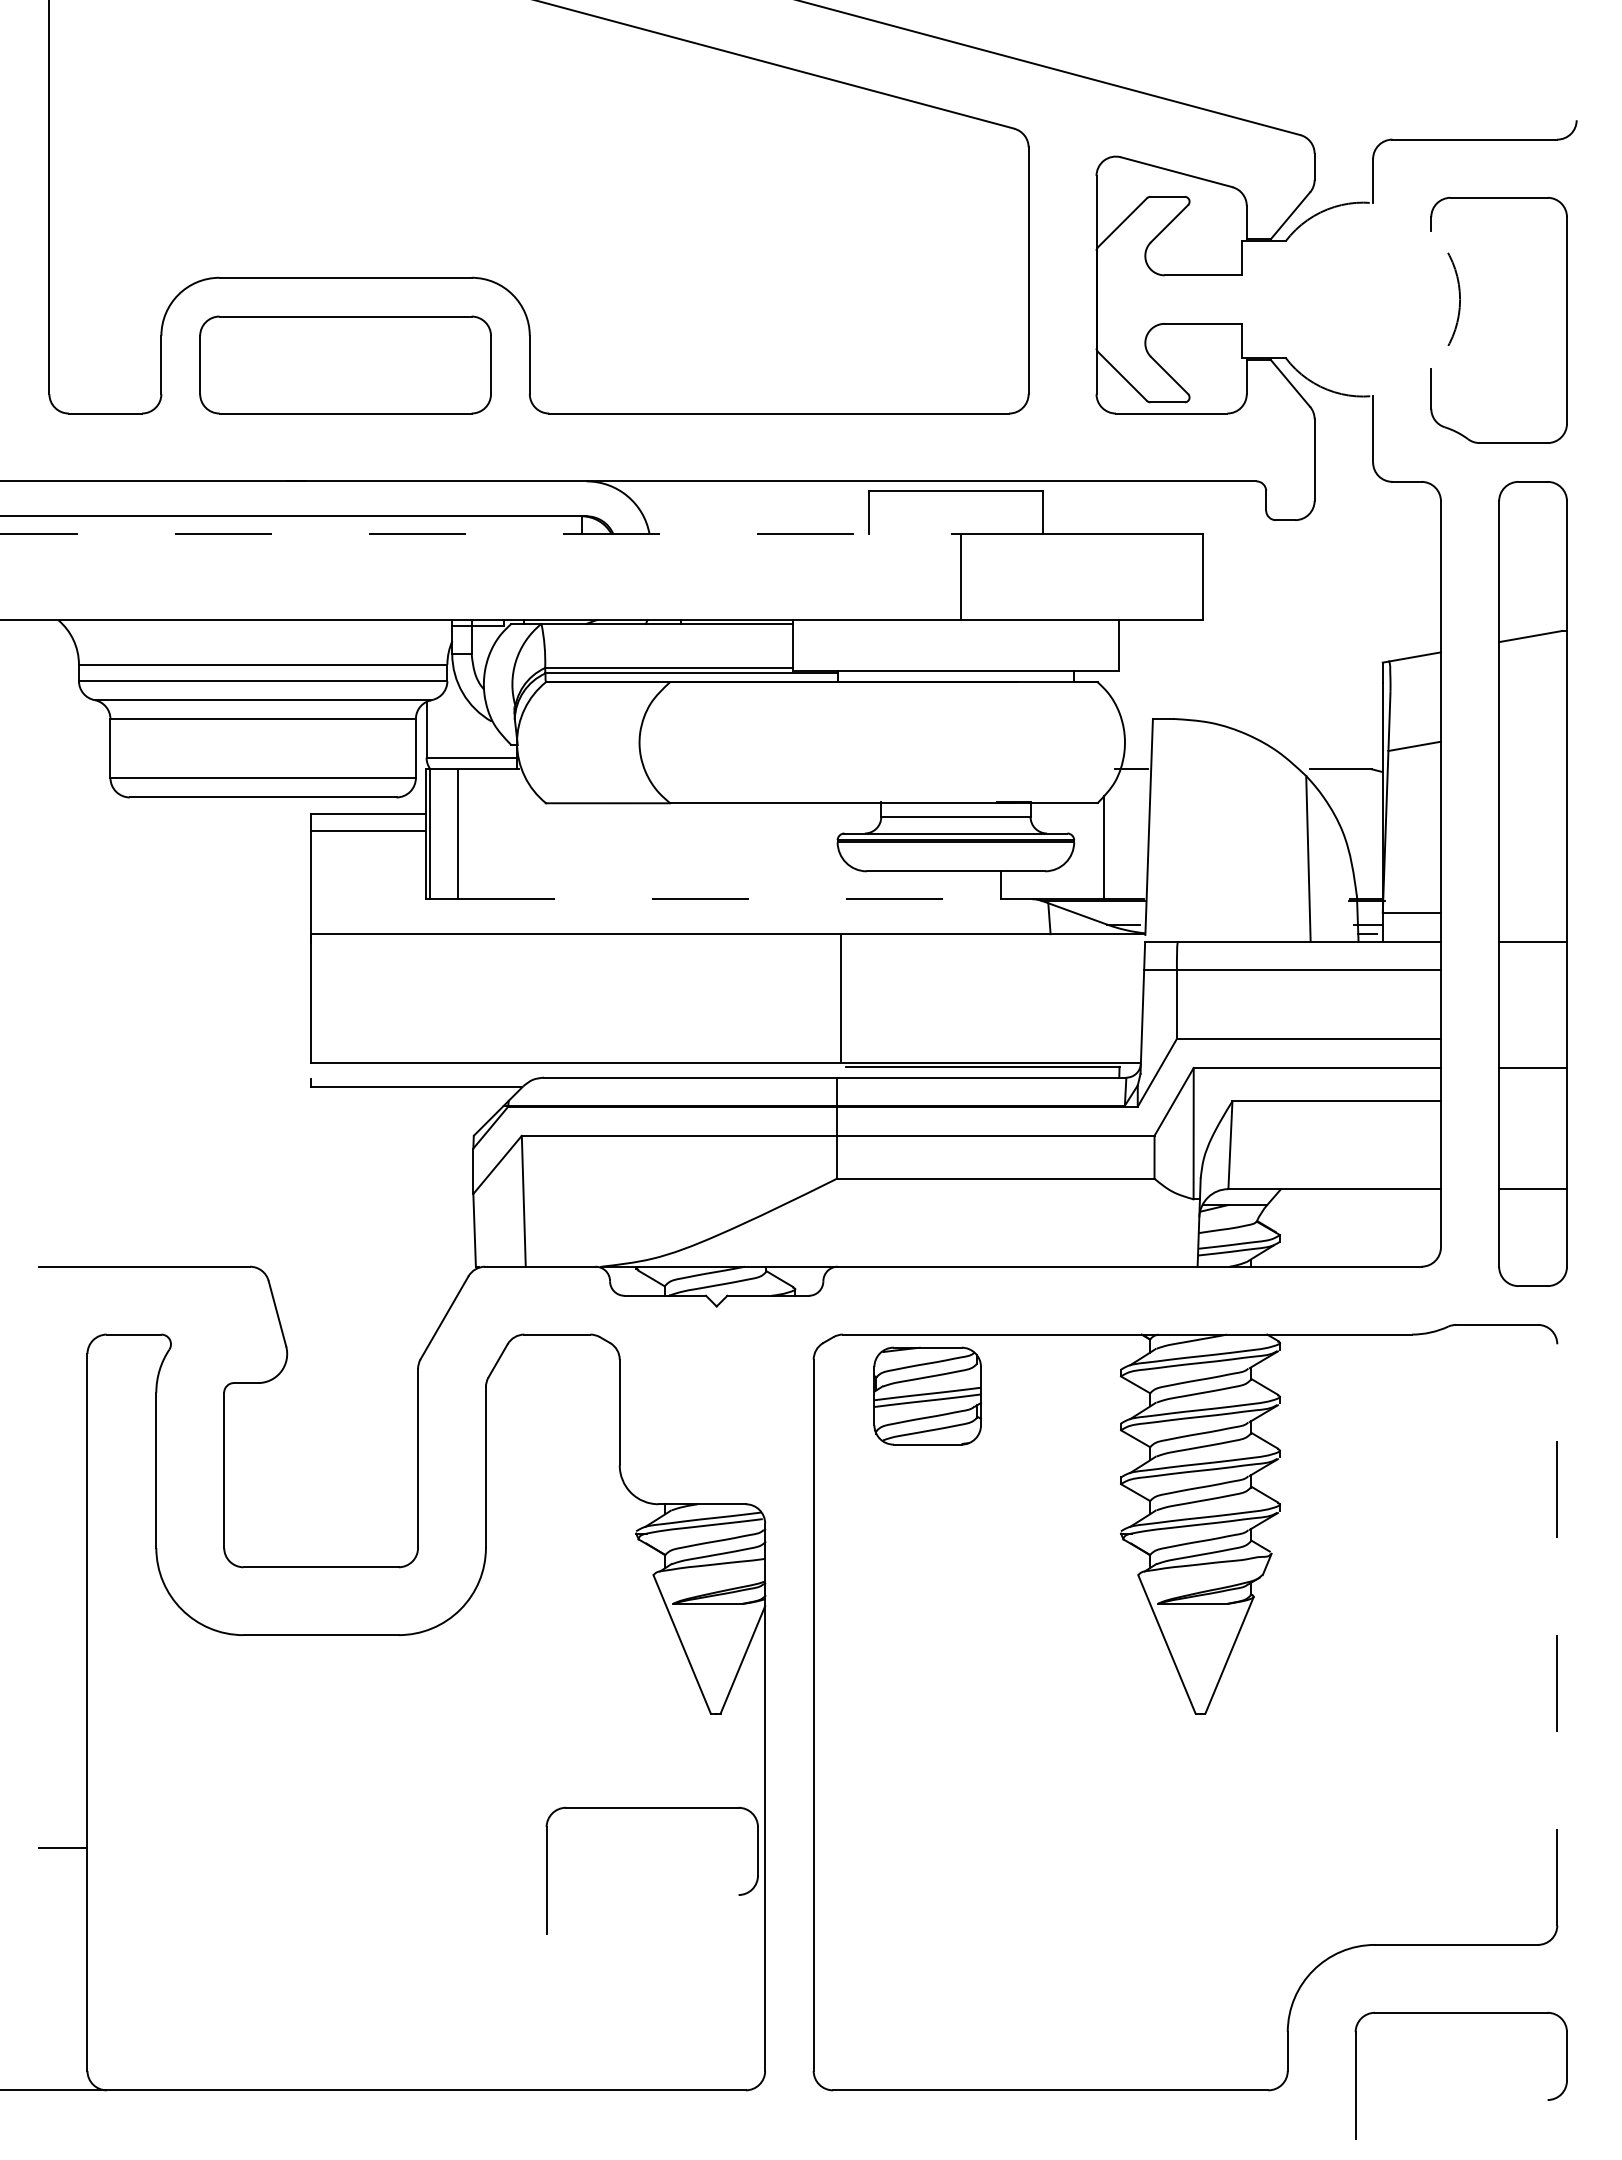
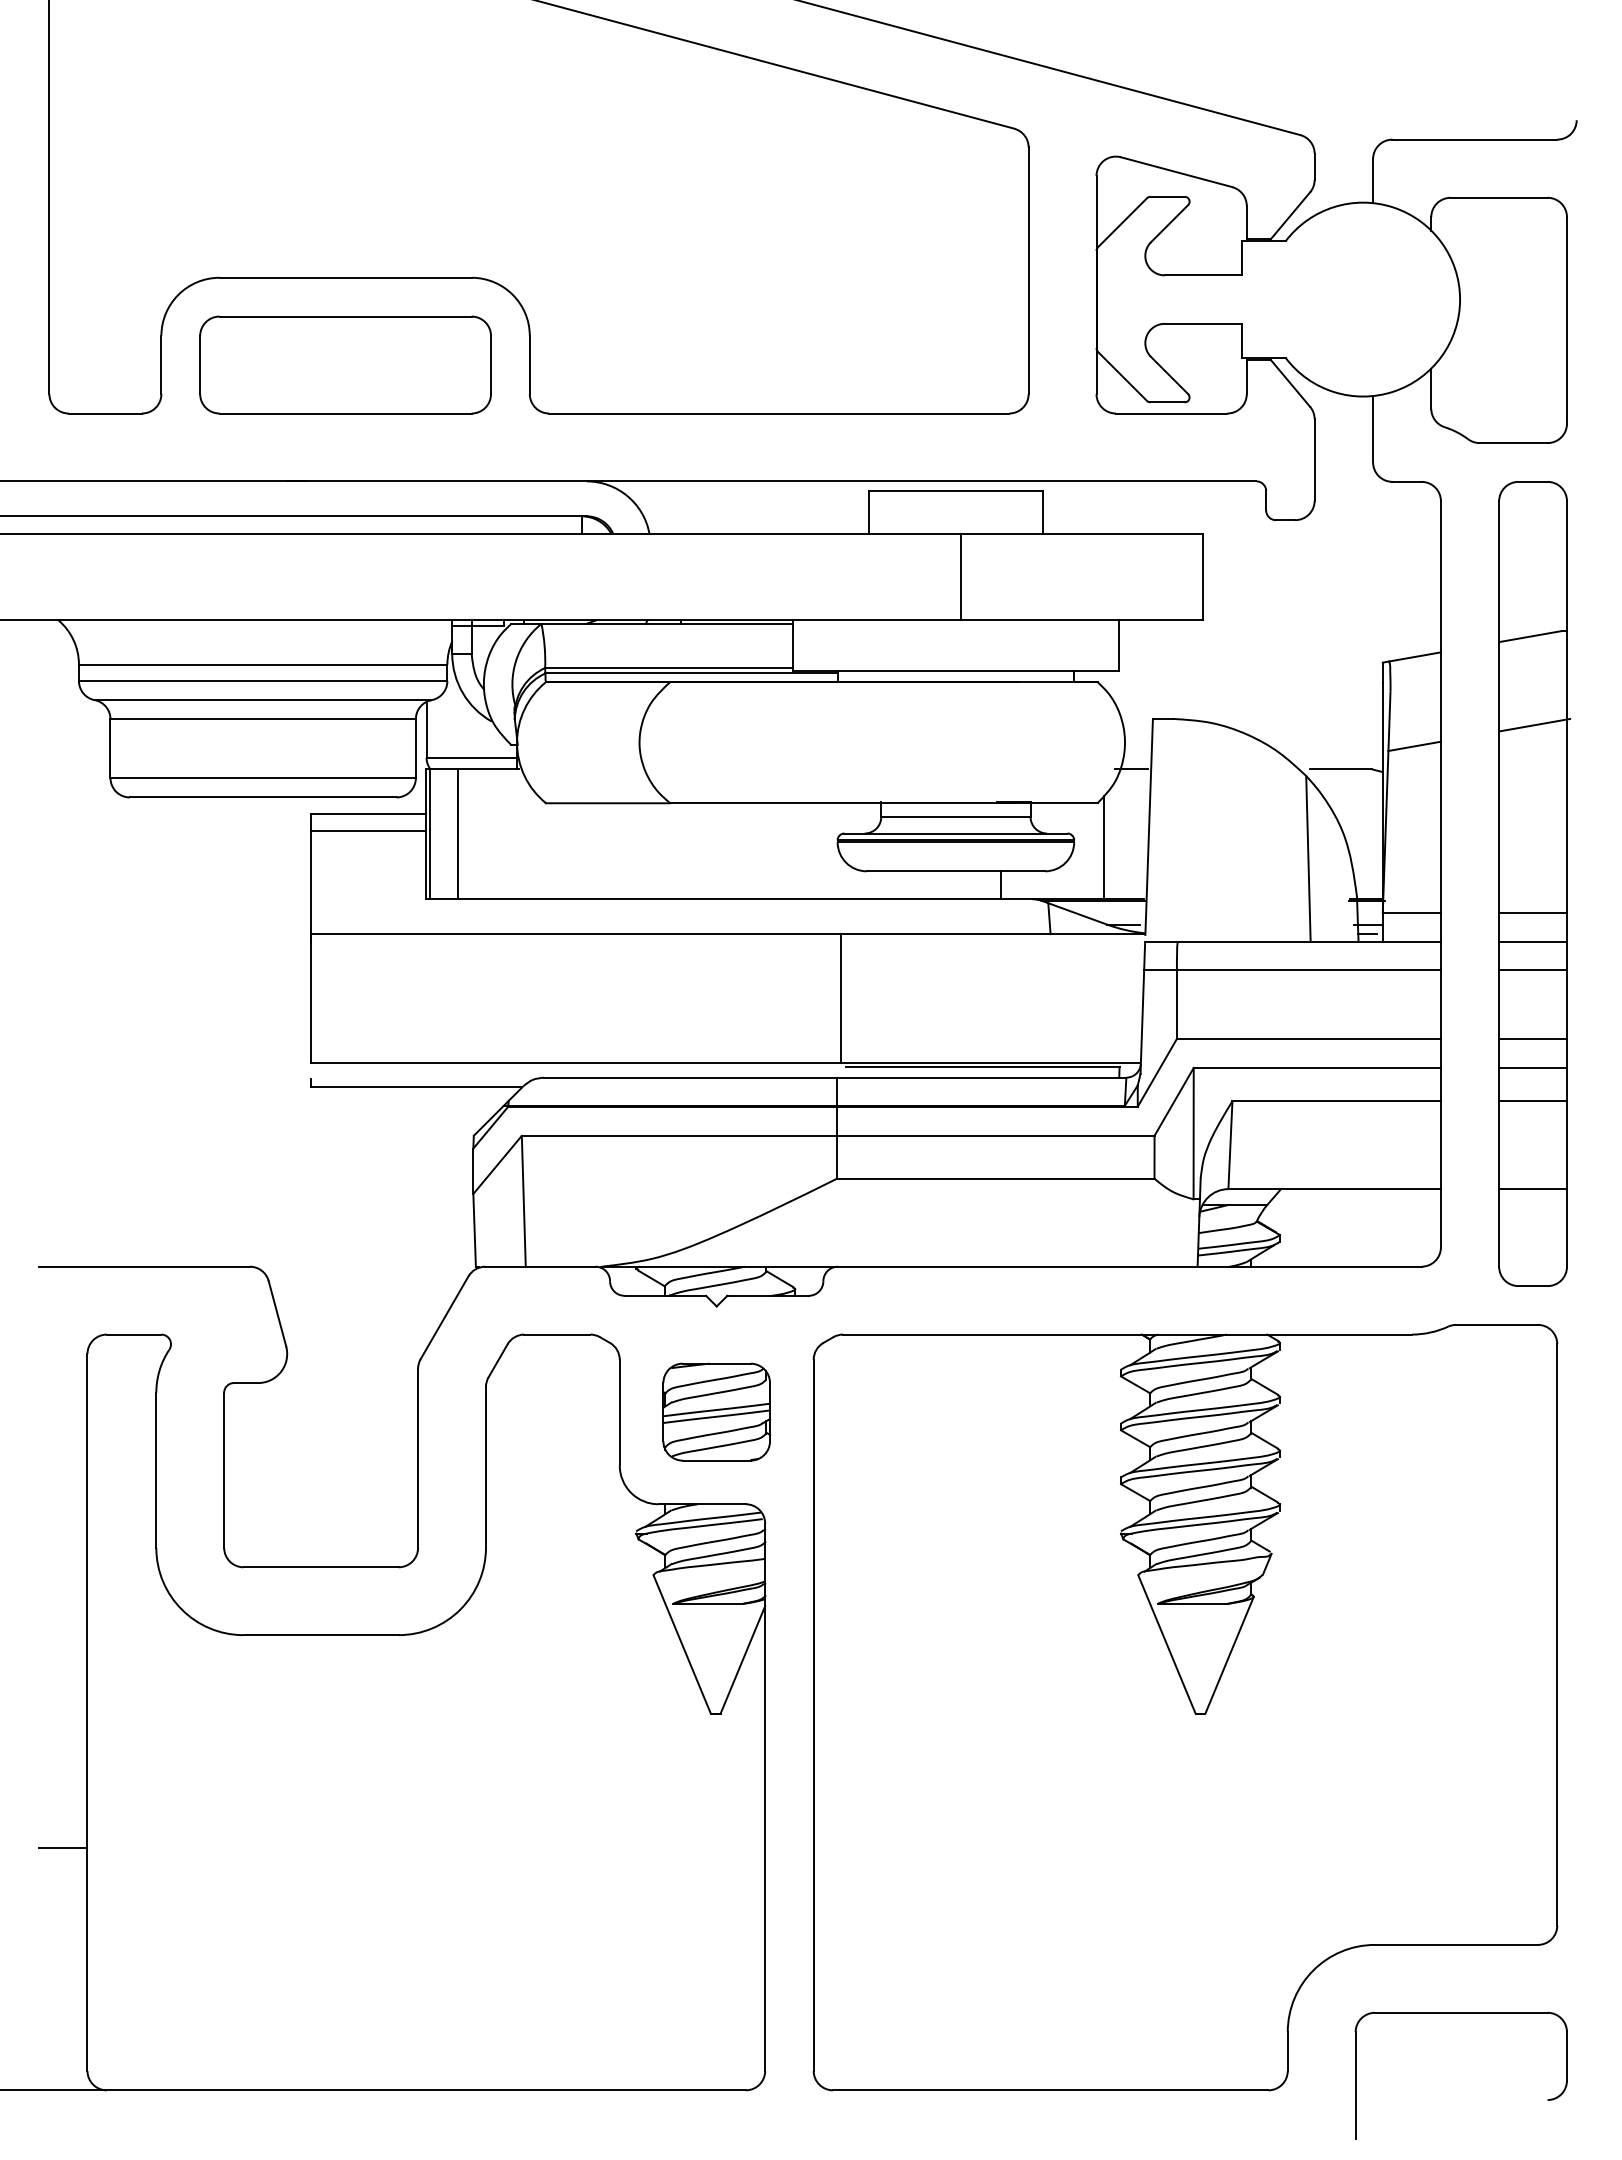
arc at (1460, 299): dashed -> solid
line at (481, 533): dashed -> solid
line at (1534, 724): none -> present
line at (730, 899): dashed -> solid
line at (1533, 912): none -> present
line at (1533, 970): none -> present
line at (1533, 1038): none -> present
line at (1533, 1101): none -> present
part at (927, 1395) position: (927, 1395) -> (716, 1411)
line at (1557, 1634): dashed -> solid
part at (651, 1808): present -> none
